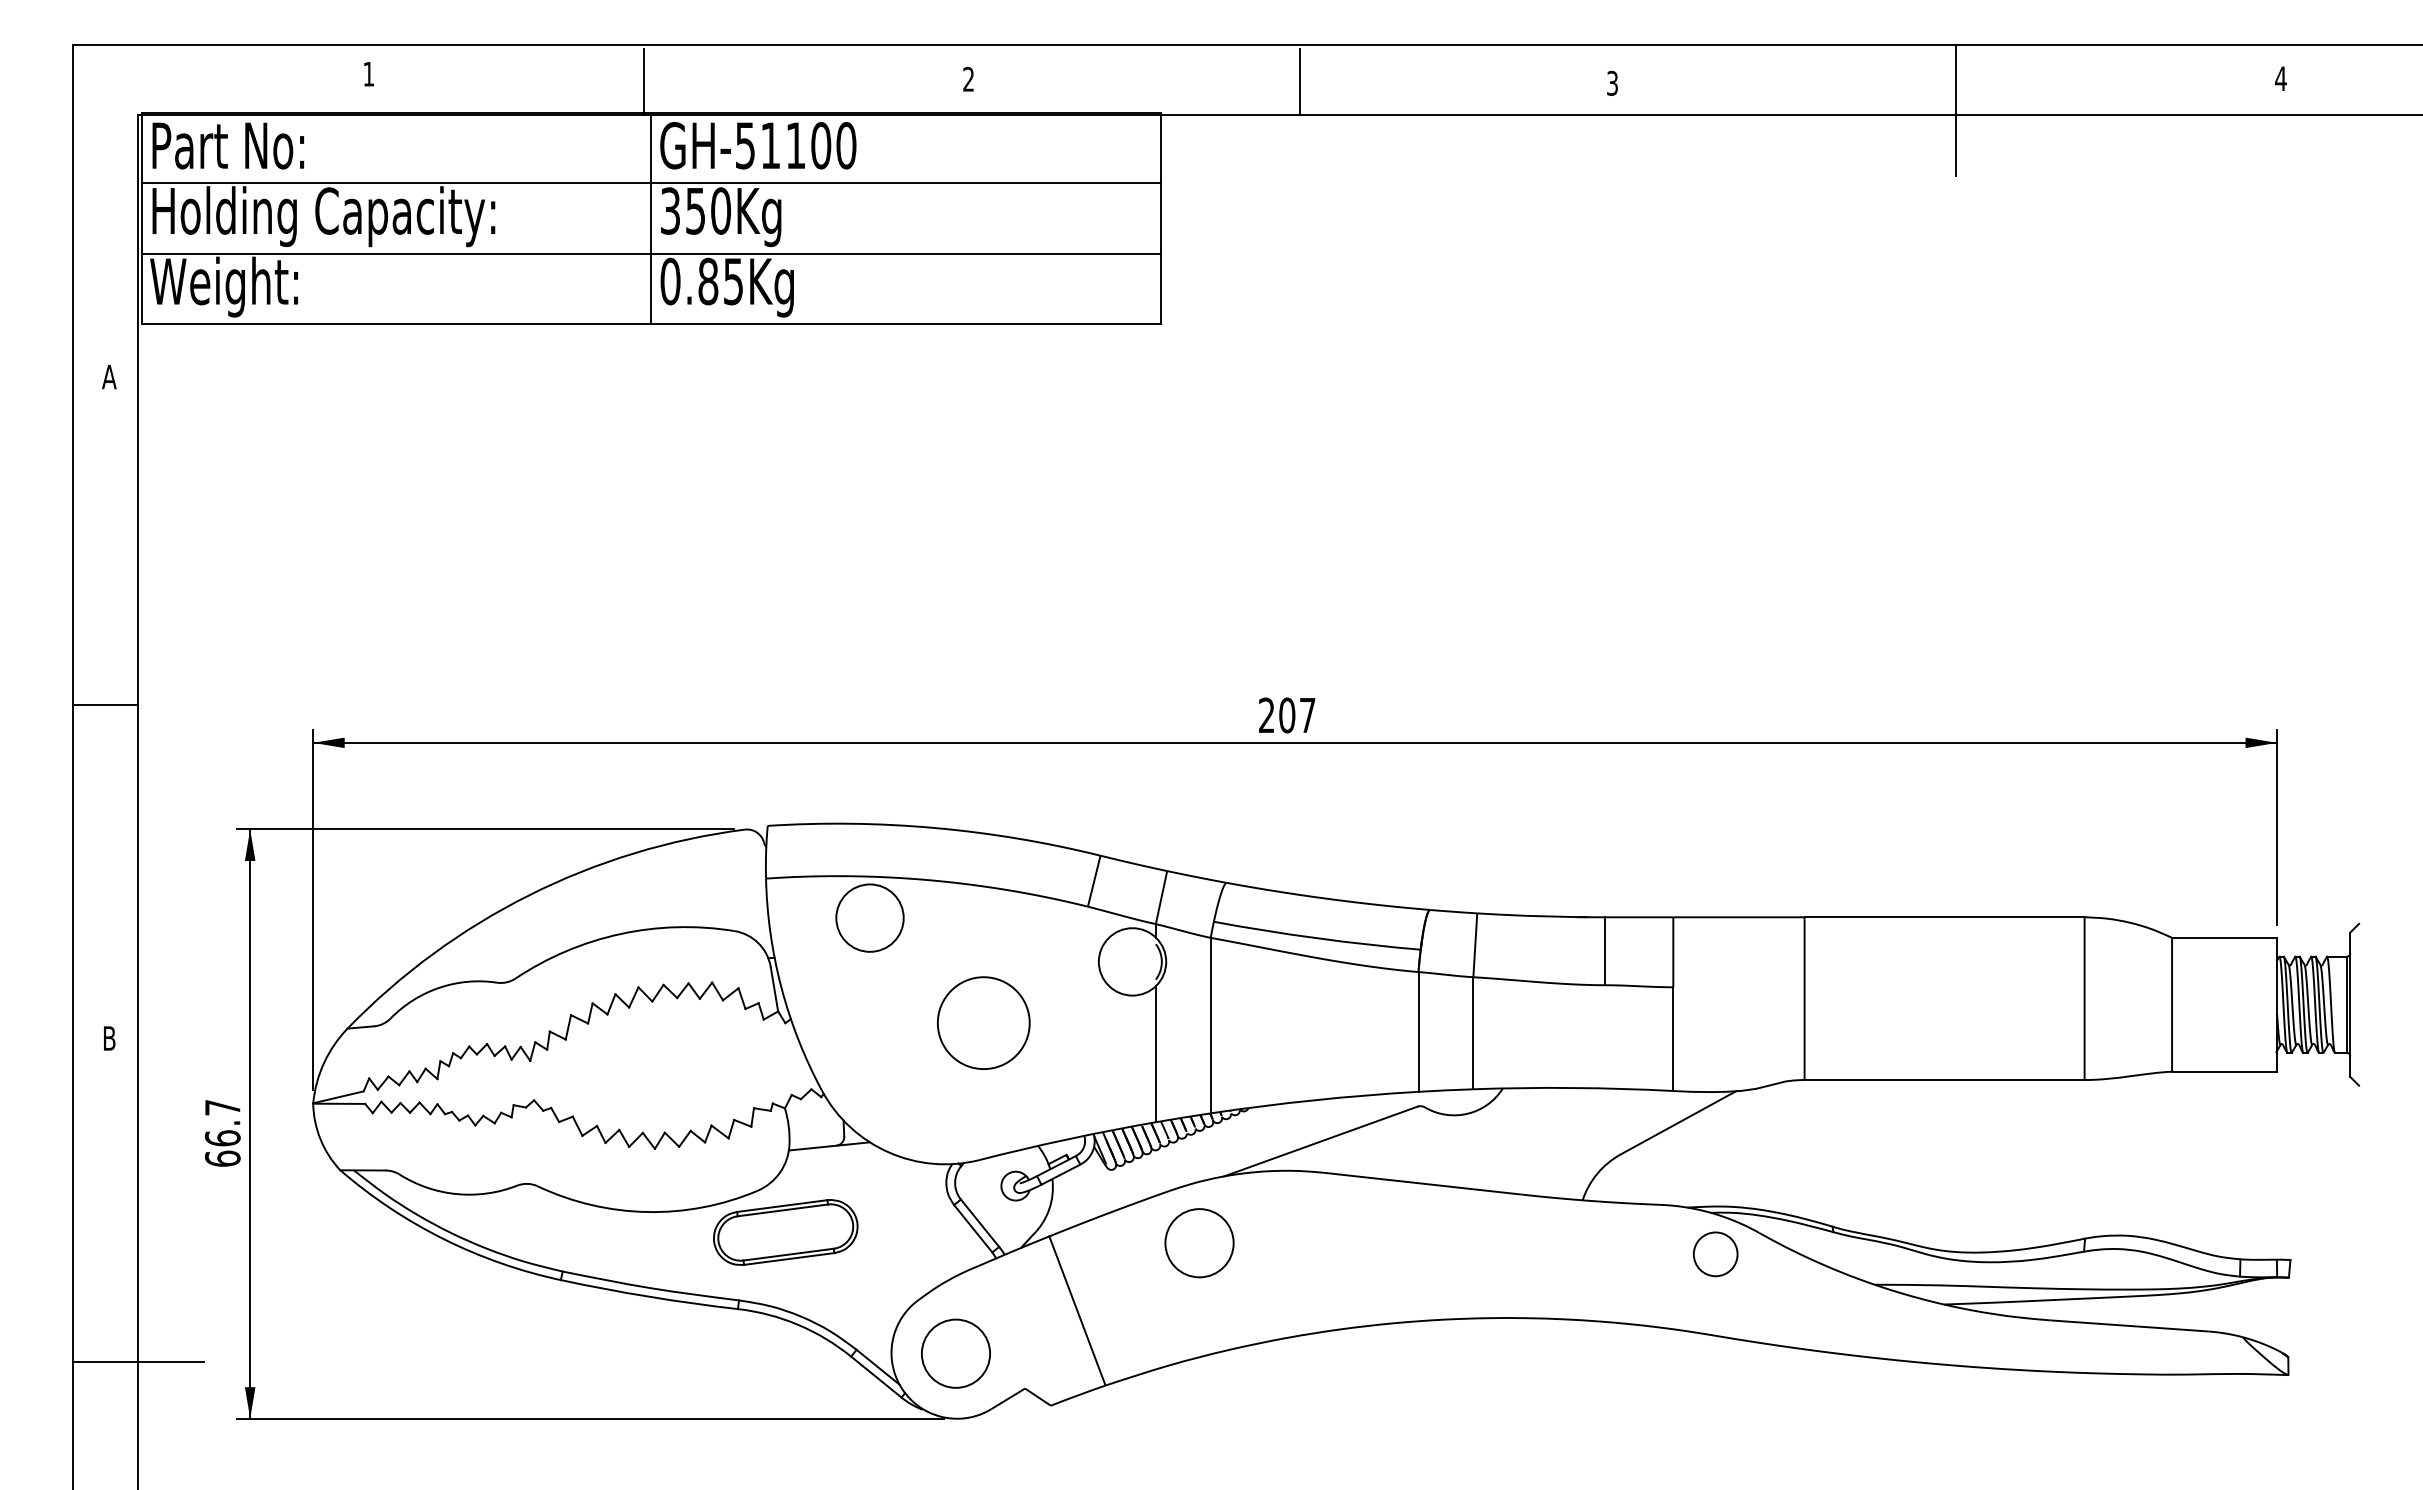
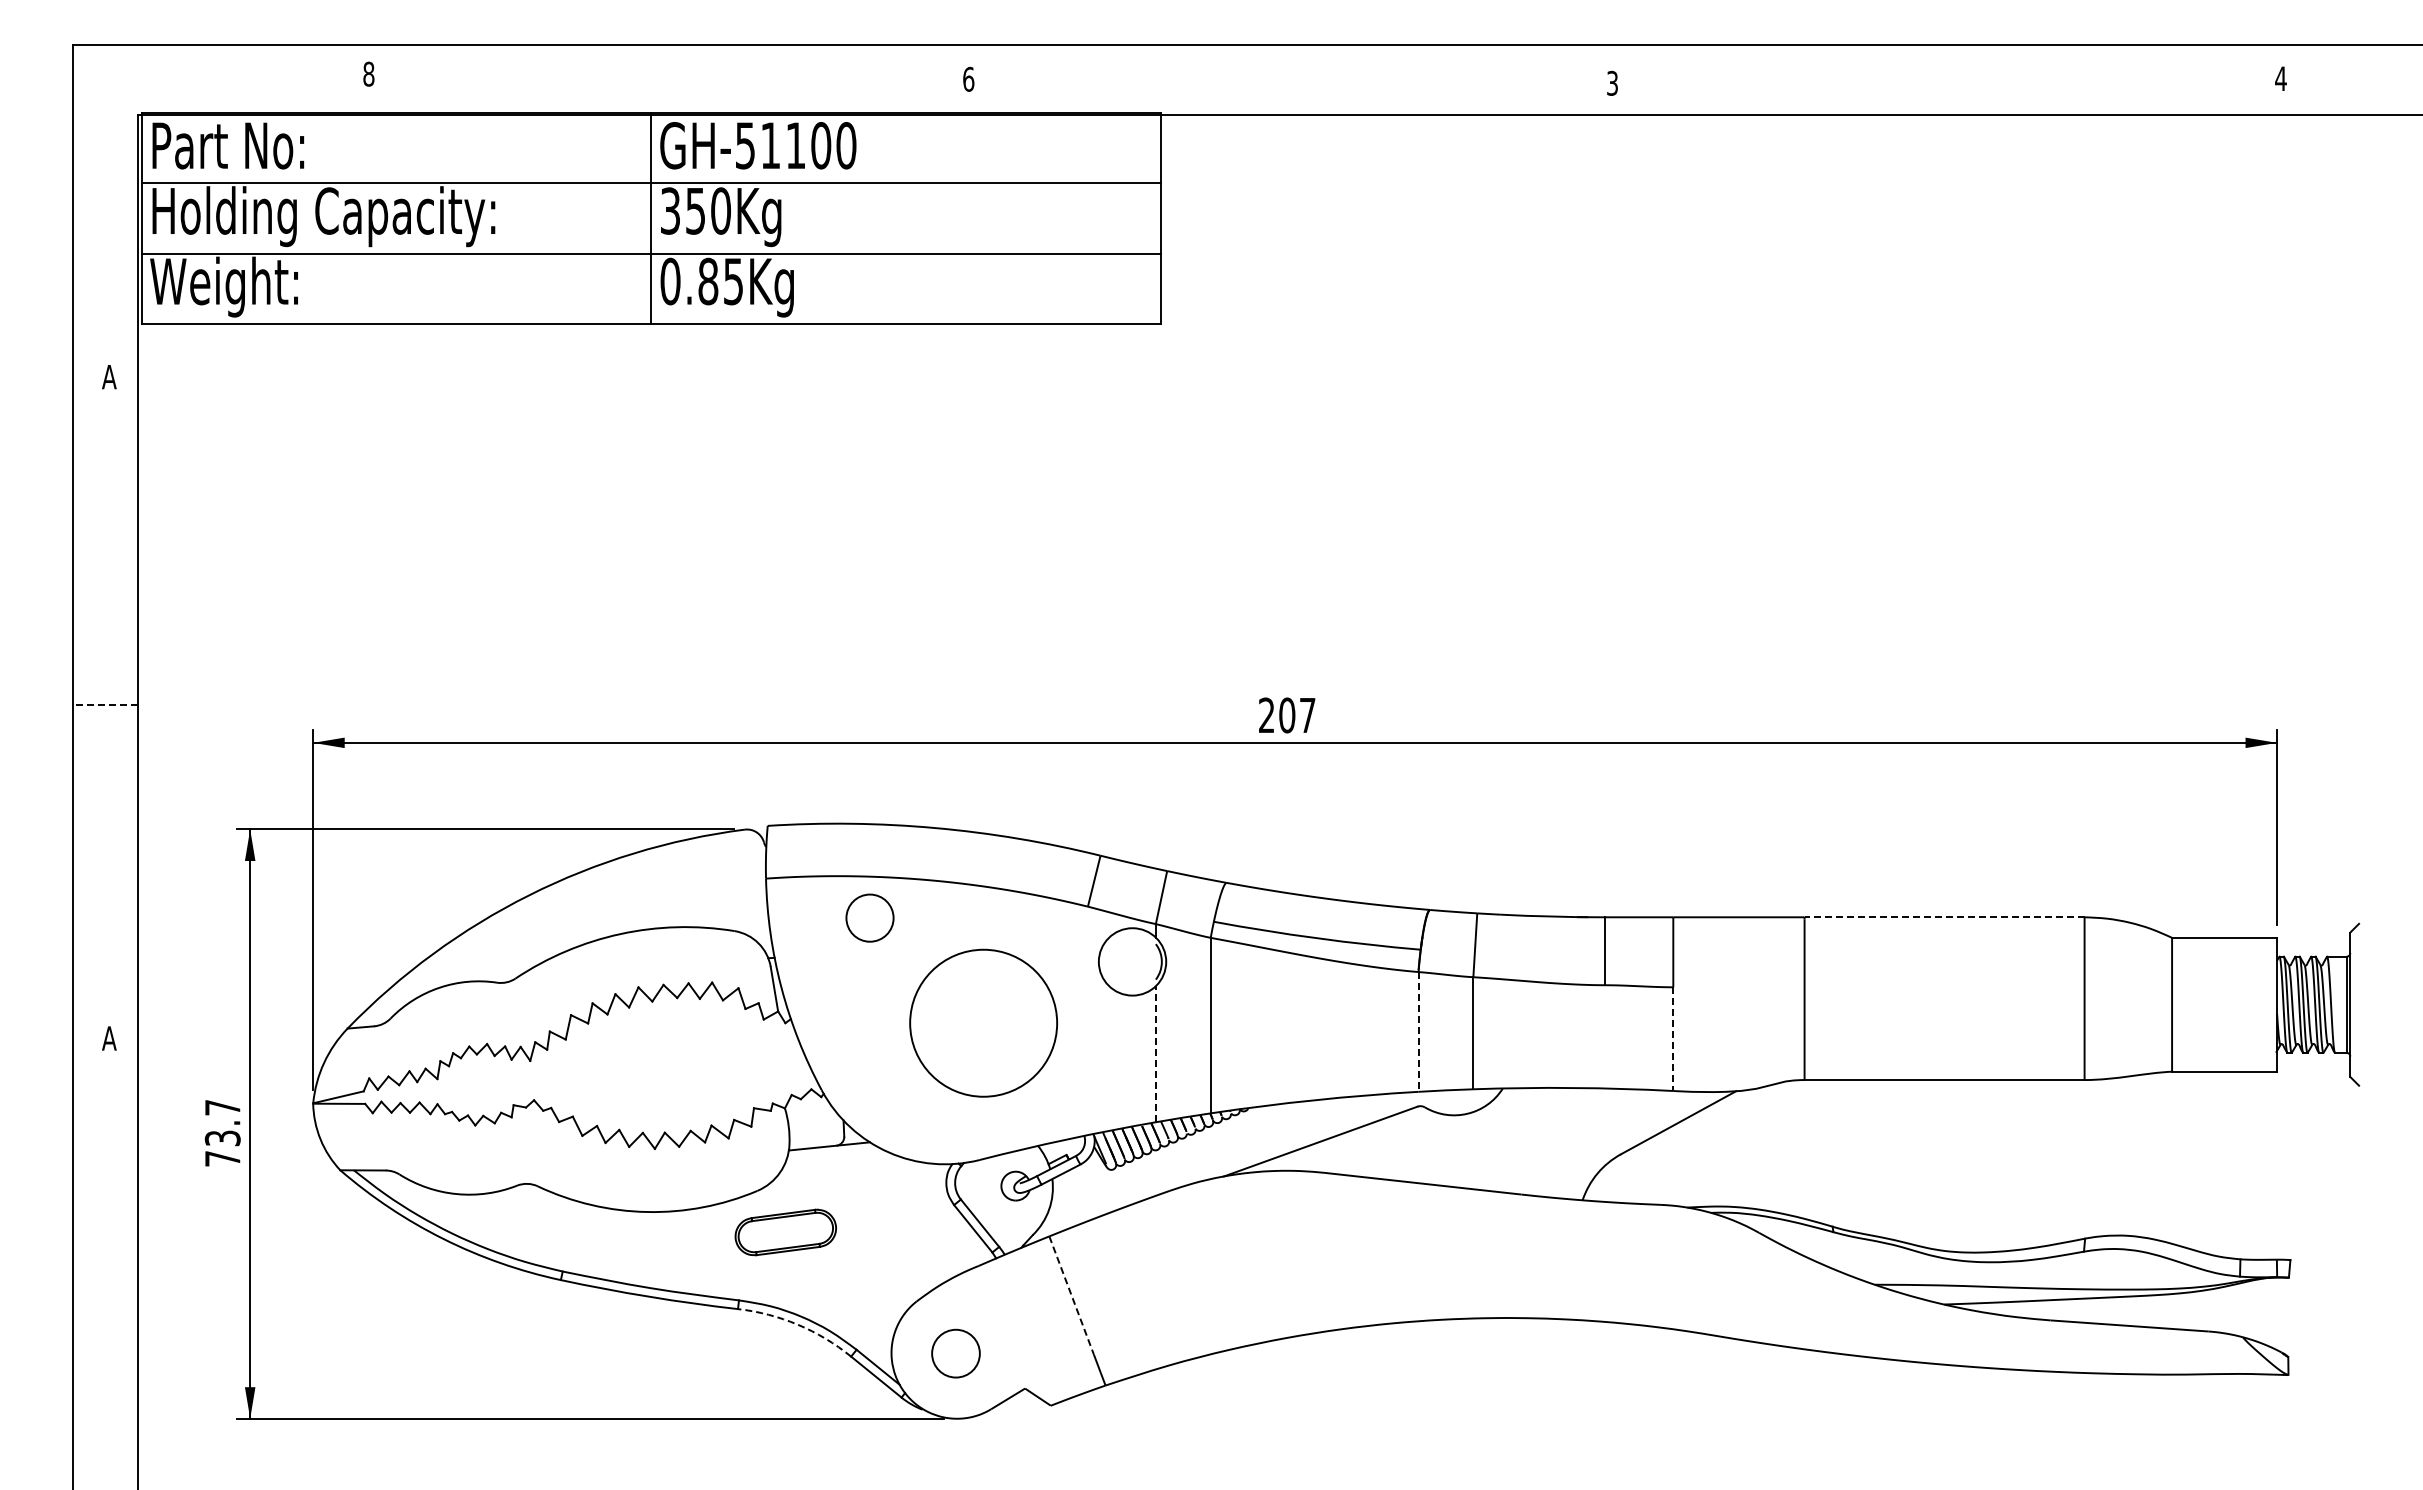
text at (368, 73): 1 -> 8
text at (968, 78): 2 -> 6
line at (643, 81): present -> none
line at (1299, 81): present -> none
line at (1956, 110): present -> none
line at (105, 705): solid -> dashed
circle at (869, 917) diameter: 67 px -> 47 px
line at (1944, 917): solid -> dashed
circle at (983, 1022) size: 94x94 px -> 150x150 px
line at (1418, 1031): solid -> dashed
text at (109, 1038): B -> A
line at (1673, 1039): solid -> dashed
line at (1155, 1053): solid -> dashed
text at (222, 1148): 66.7 -> 73.7
part at (785, 1232) size: 146x67 px -> 103x49 px
circle at (1199, 1243): present -> none
circle at (1715, 1254): present -> none
line at (1071, 1296): solid -> dashed
arc at (797, 1324): solid -> dashed
circle at (955, 1353) size: 70x71 px -> 50x51 px
line at (137, 1361): present -> none
